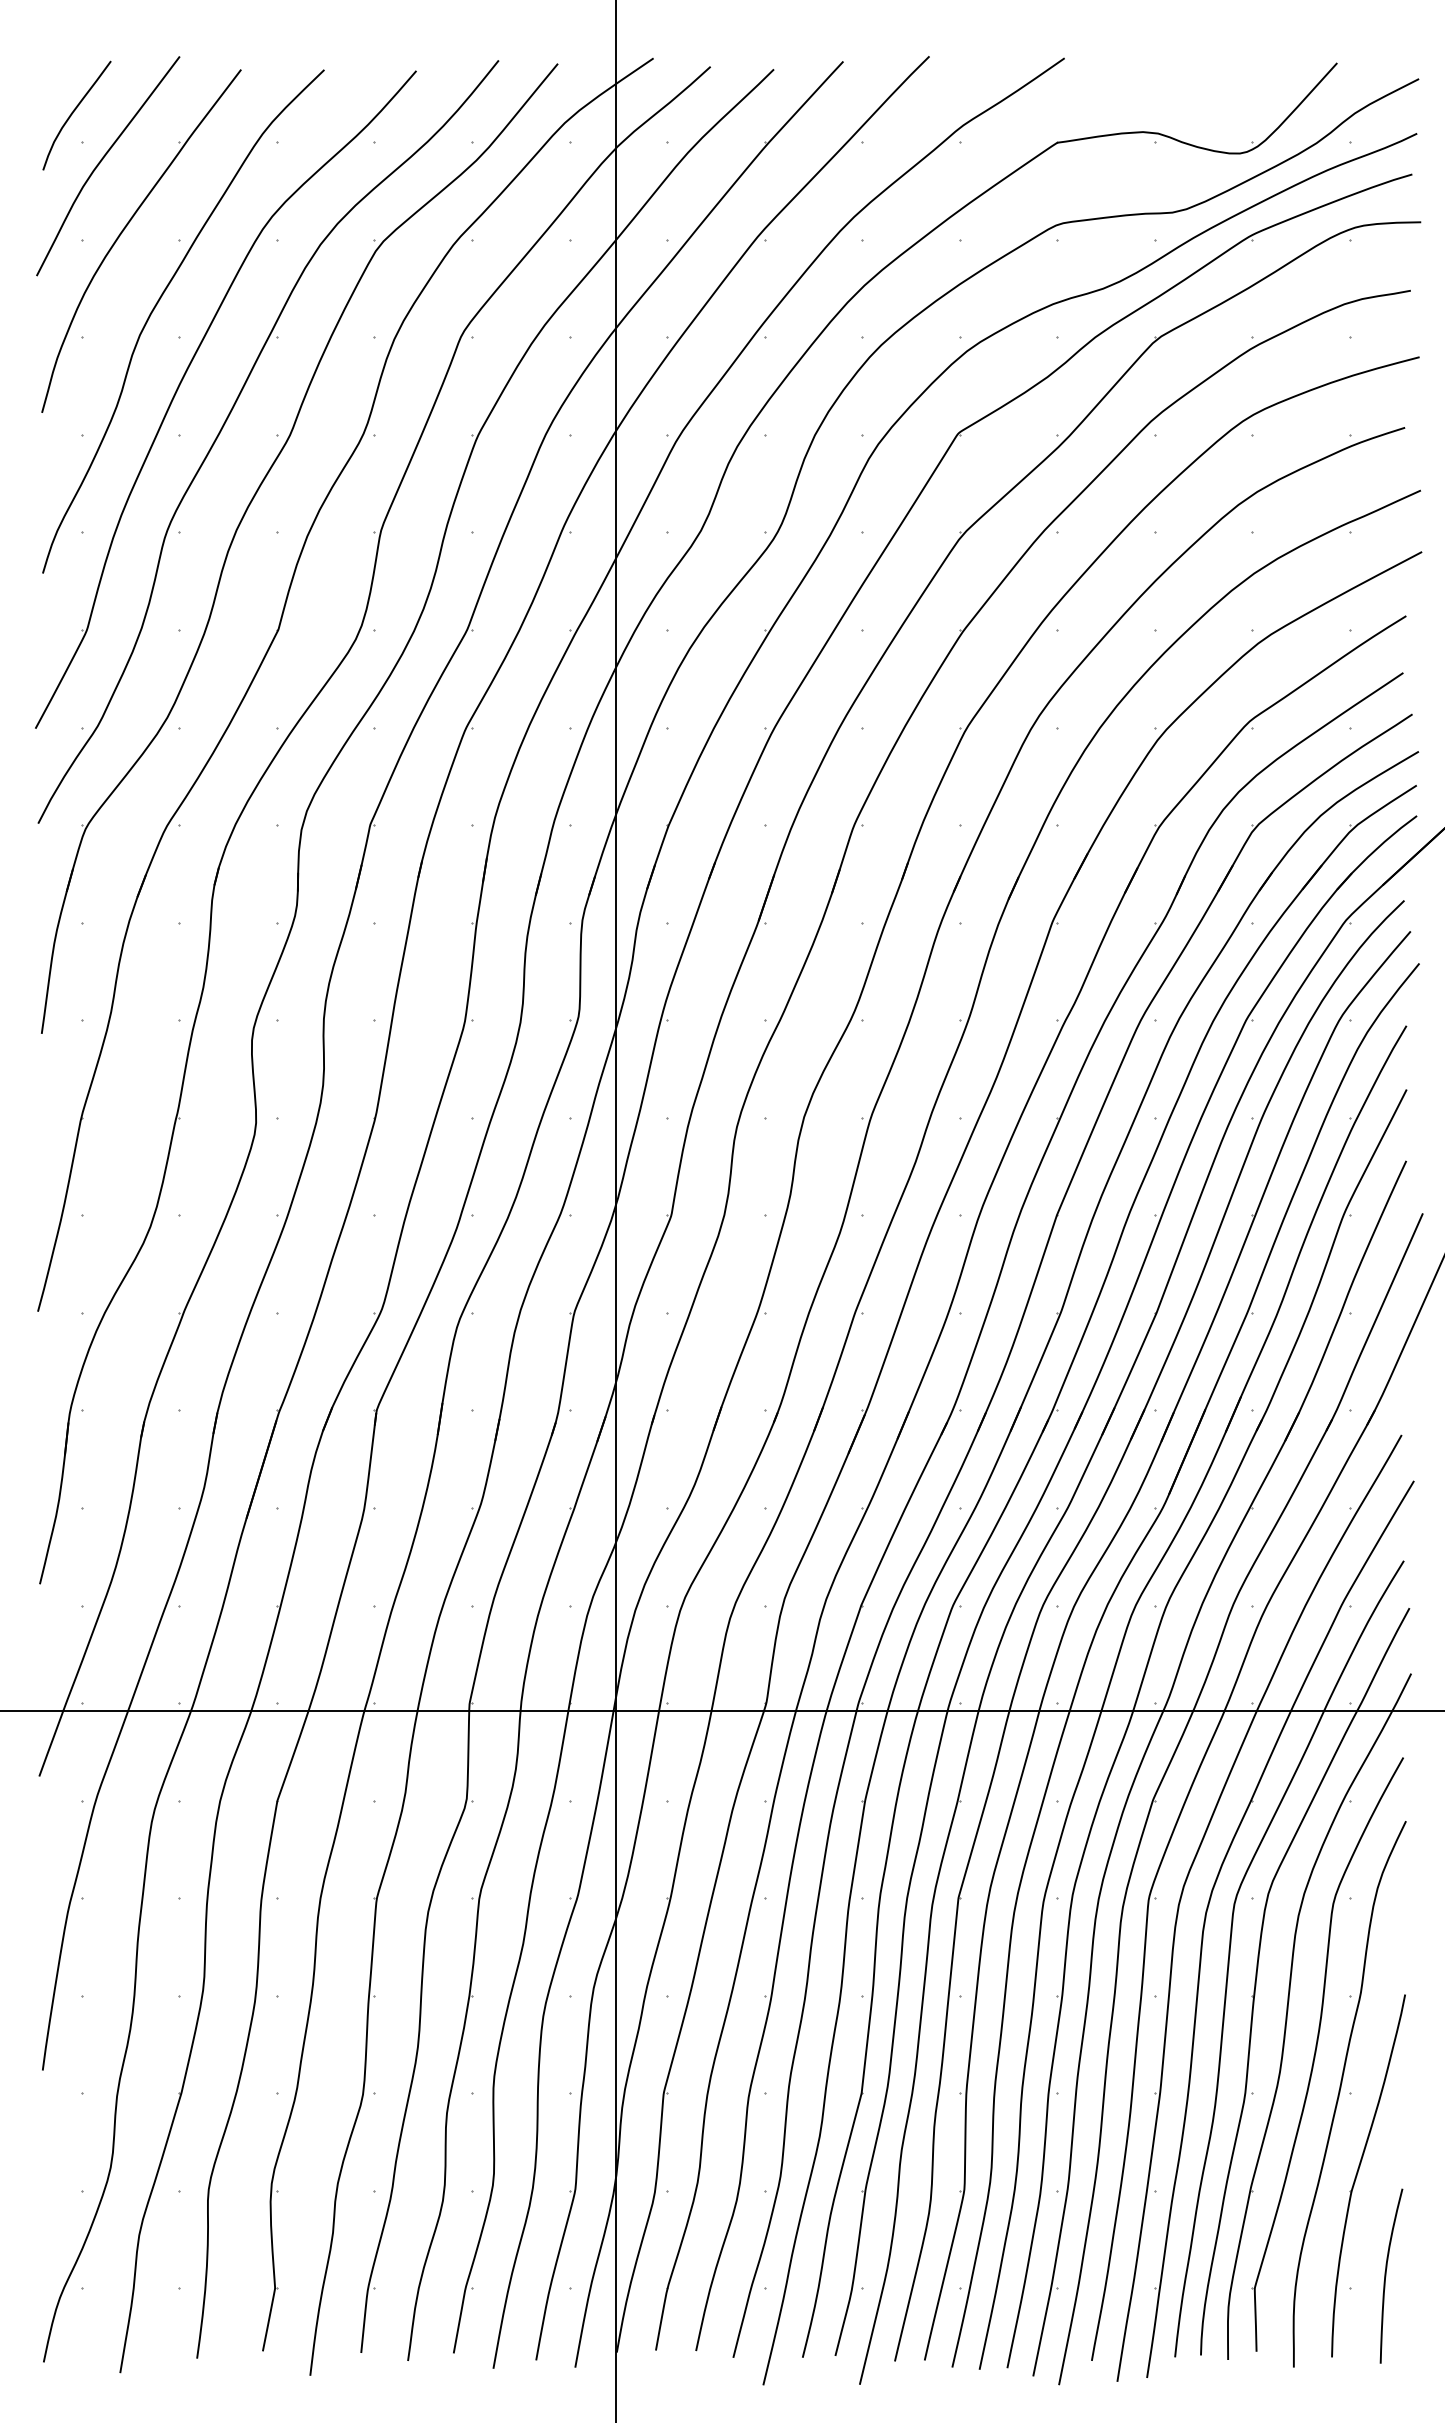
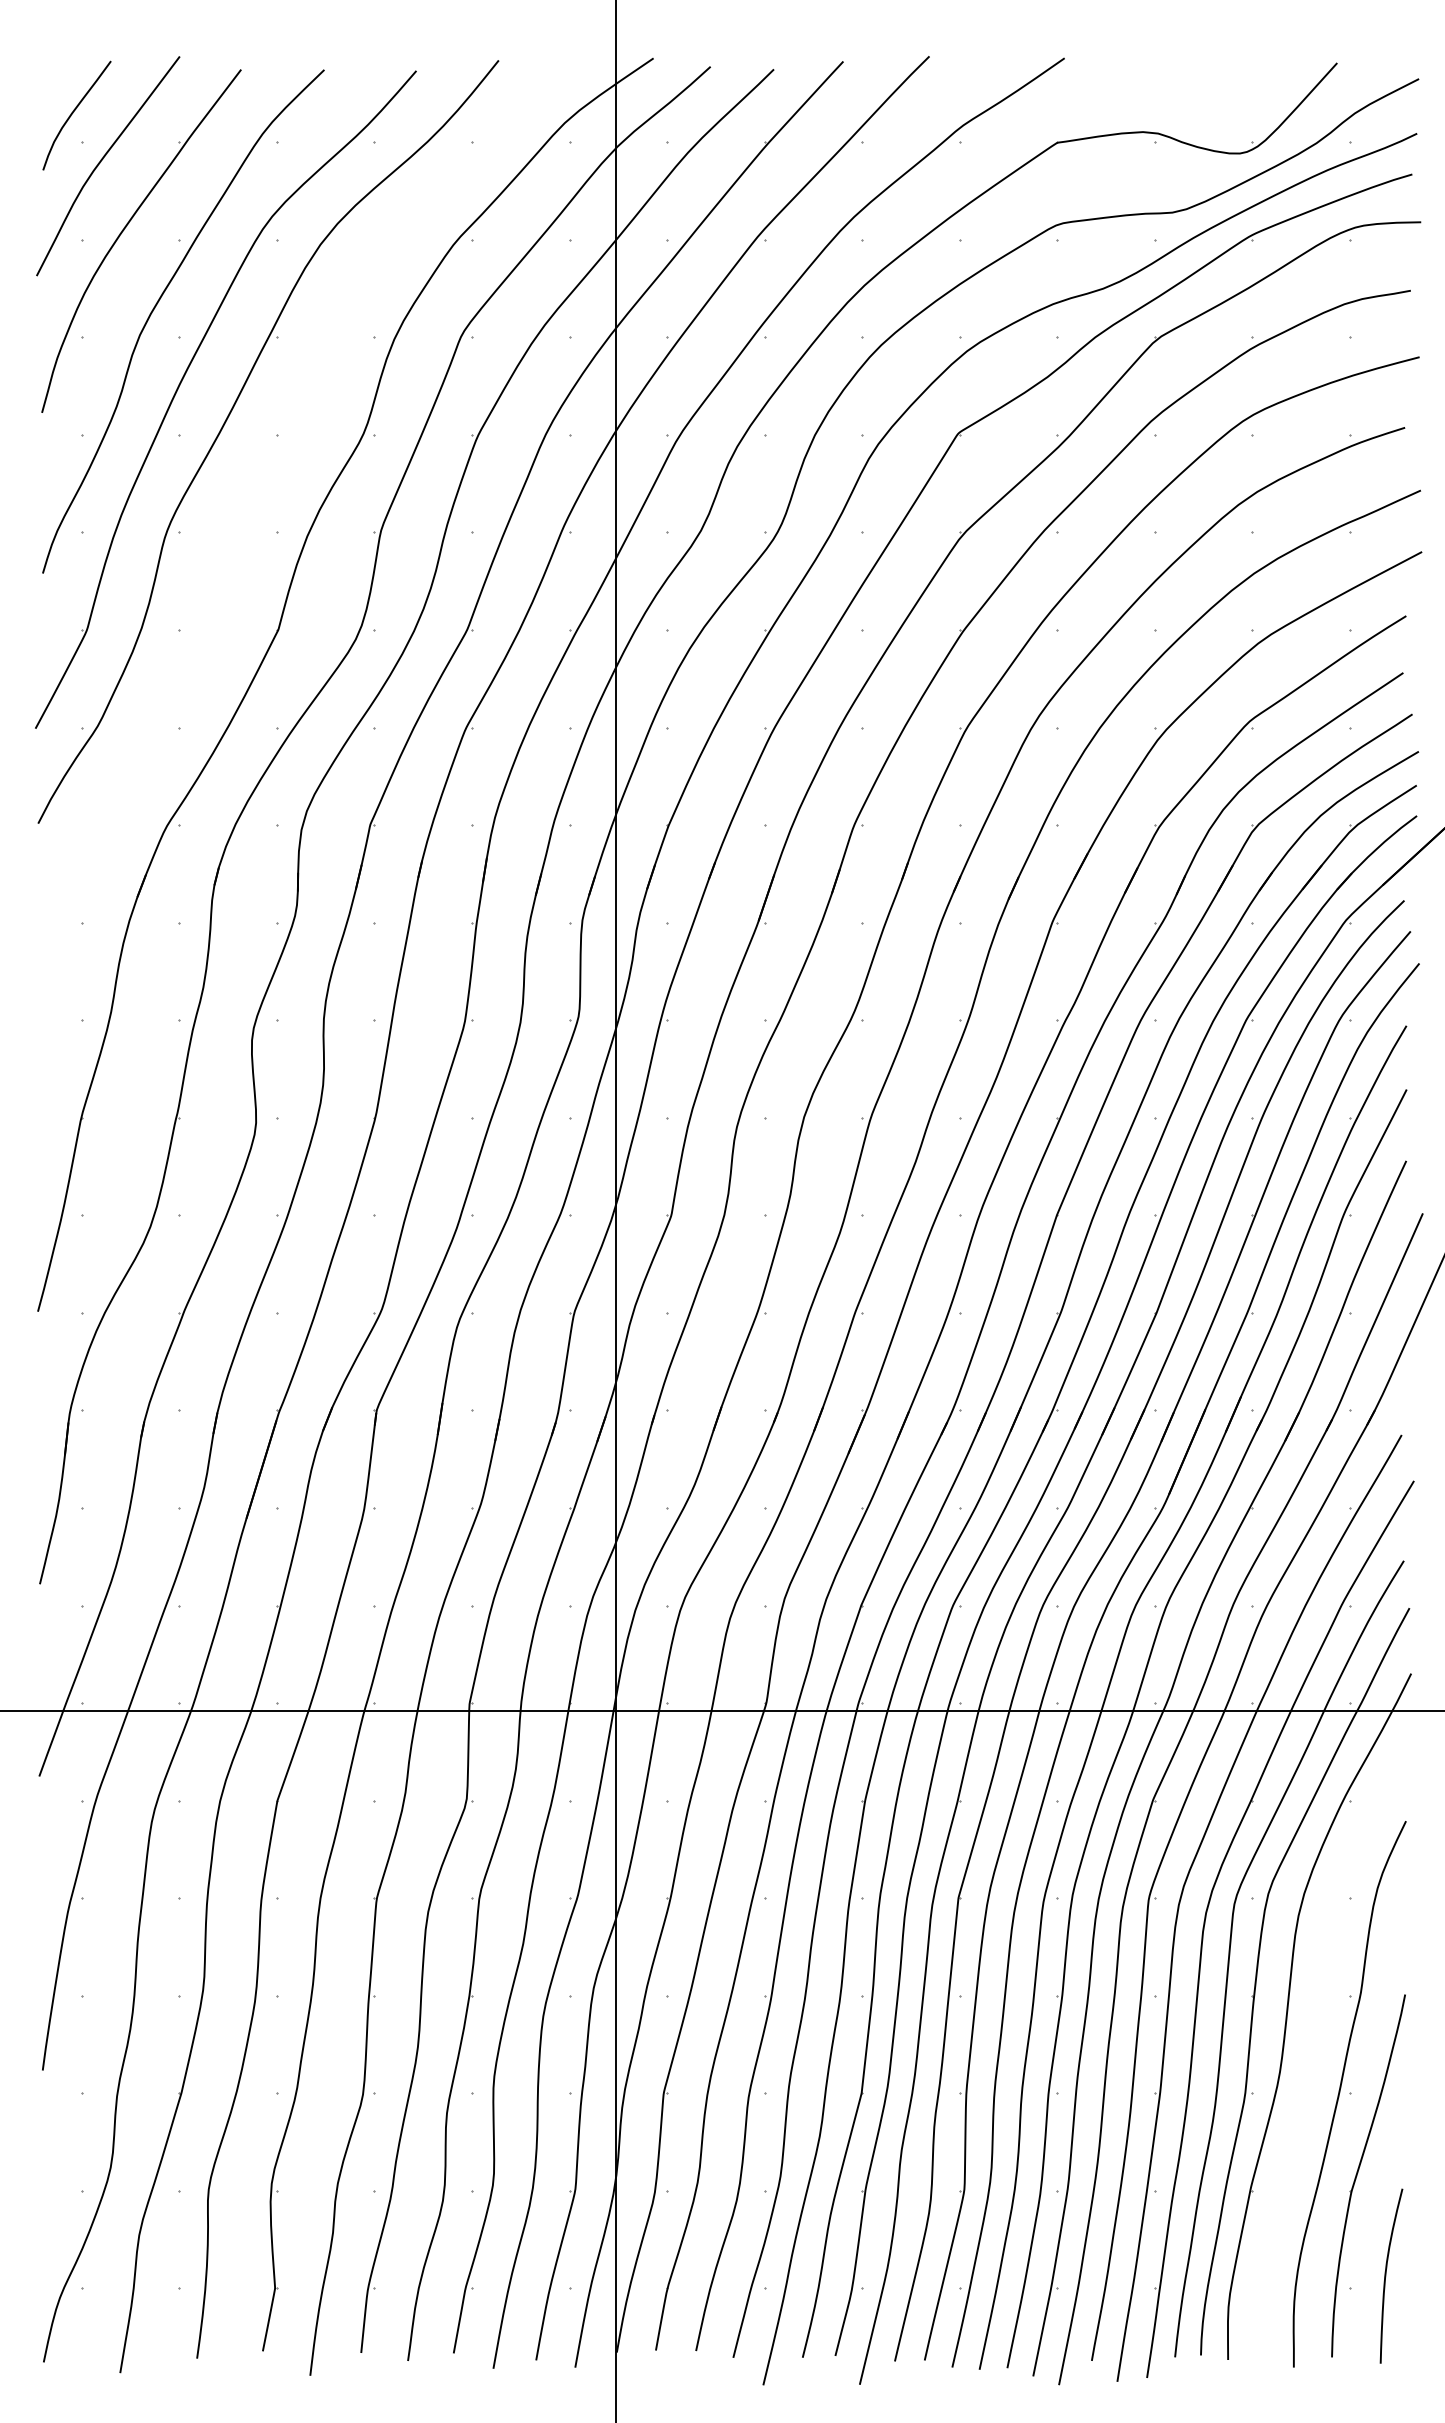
part at (242, 520): present -> none
part at (1316, 2053): present -> none
